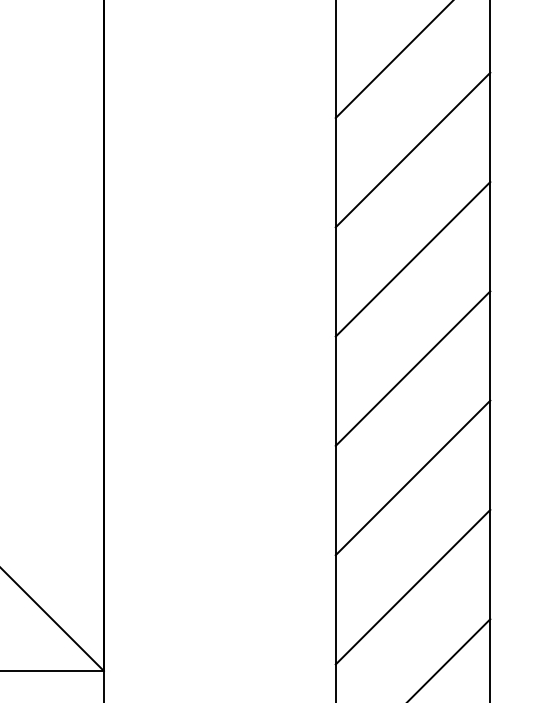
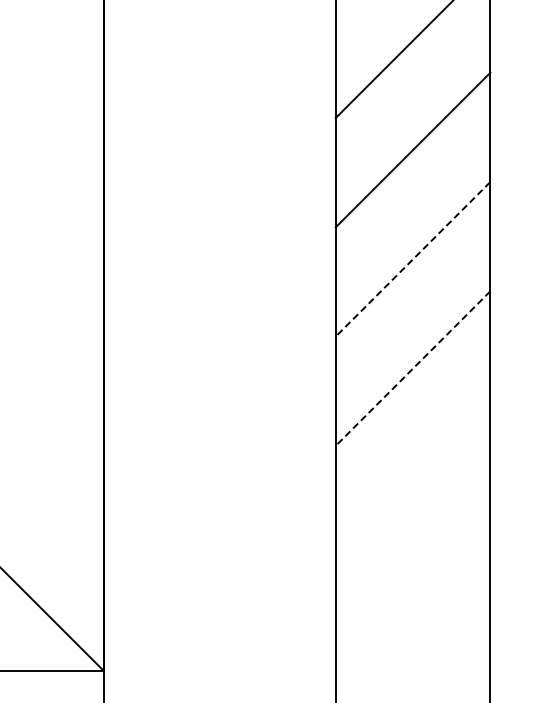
line at (412, 259): solid -> dashed
line at (412, 368): solid -> dashed
line at (412, 477): present -> none
line at (412, 586): present -> none
line at (450, 659): present -> none
